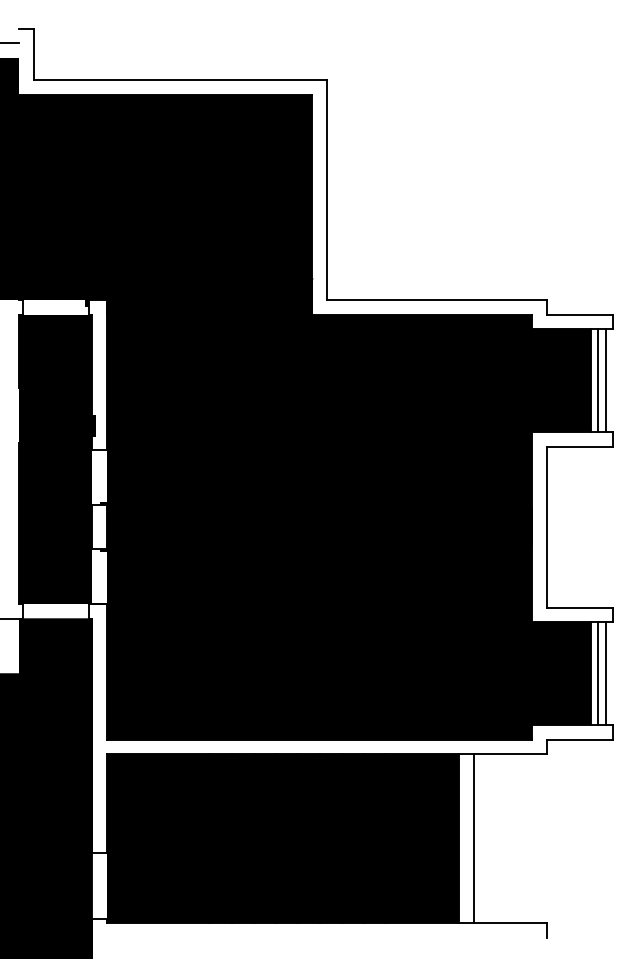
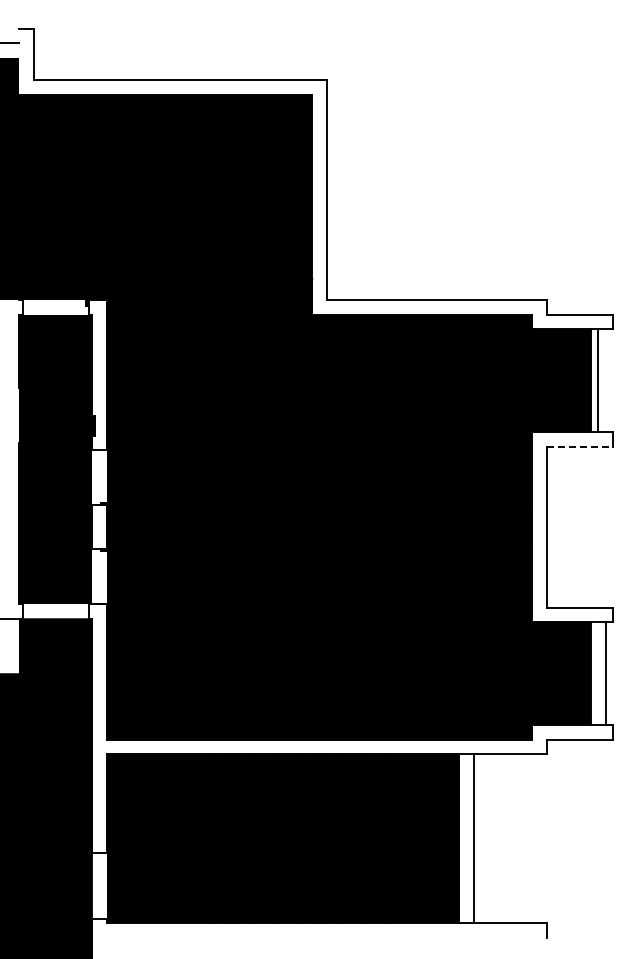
line at (605, 380): present -> none
line at (579, 446): solid -> dashed
line at (598, 673): present -> none
